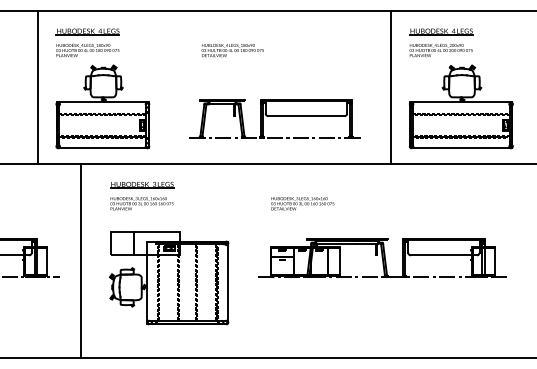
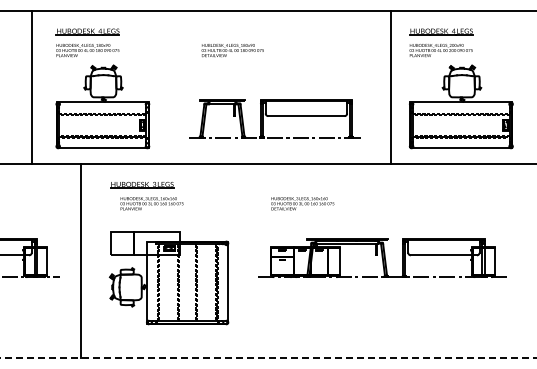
line at (37, 87) position: (37, 87) -> (31, 87)
text at (141, 203) position: (141, 203) -> (151, 203)
line at (269, 358): solid -> dashed
